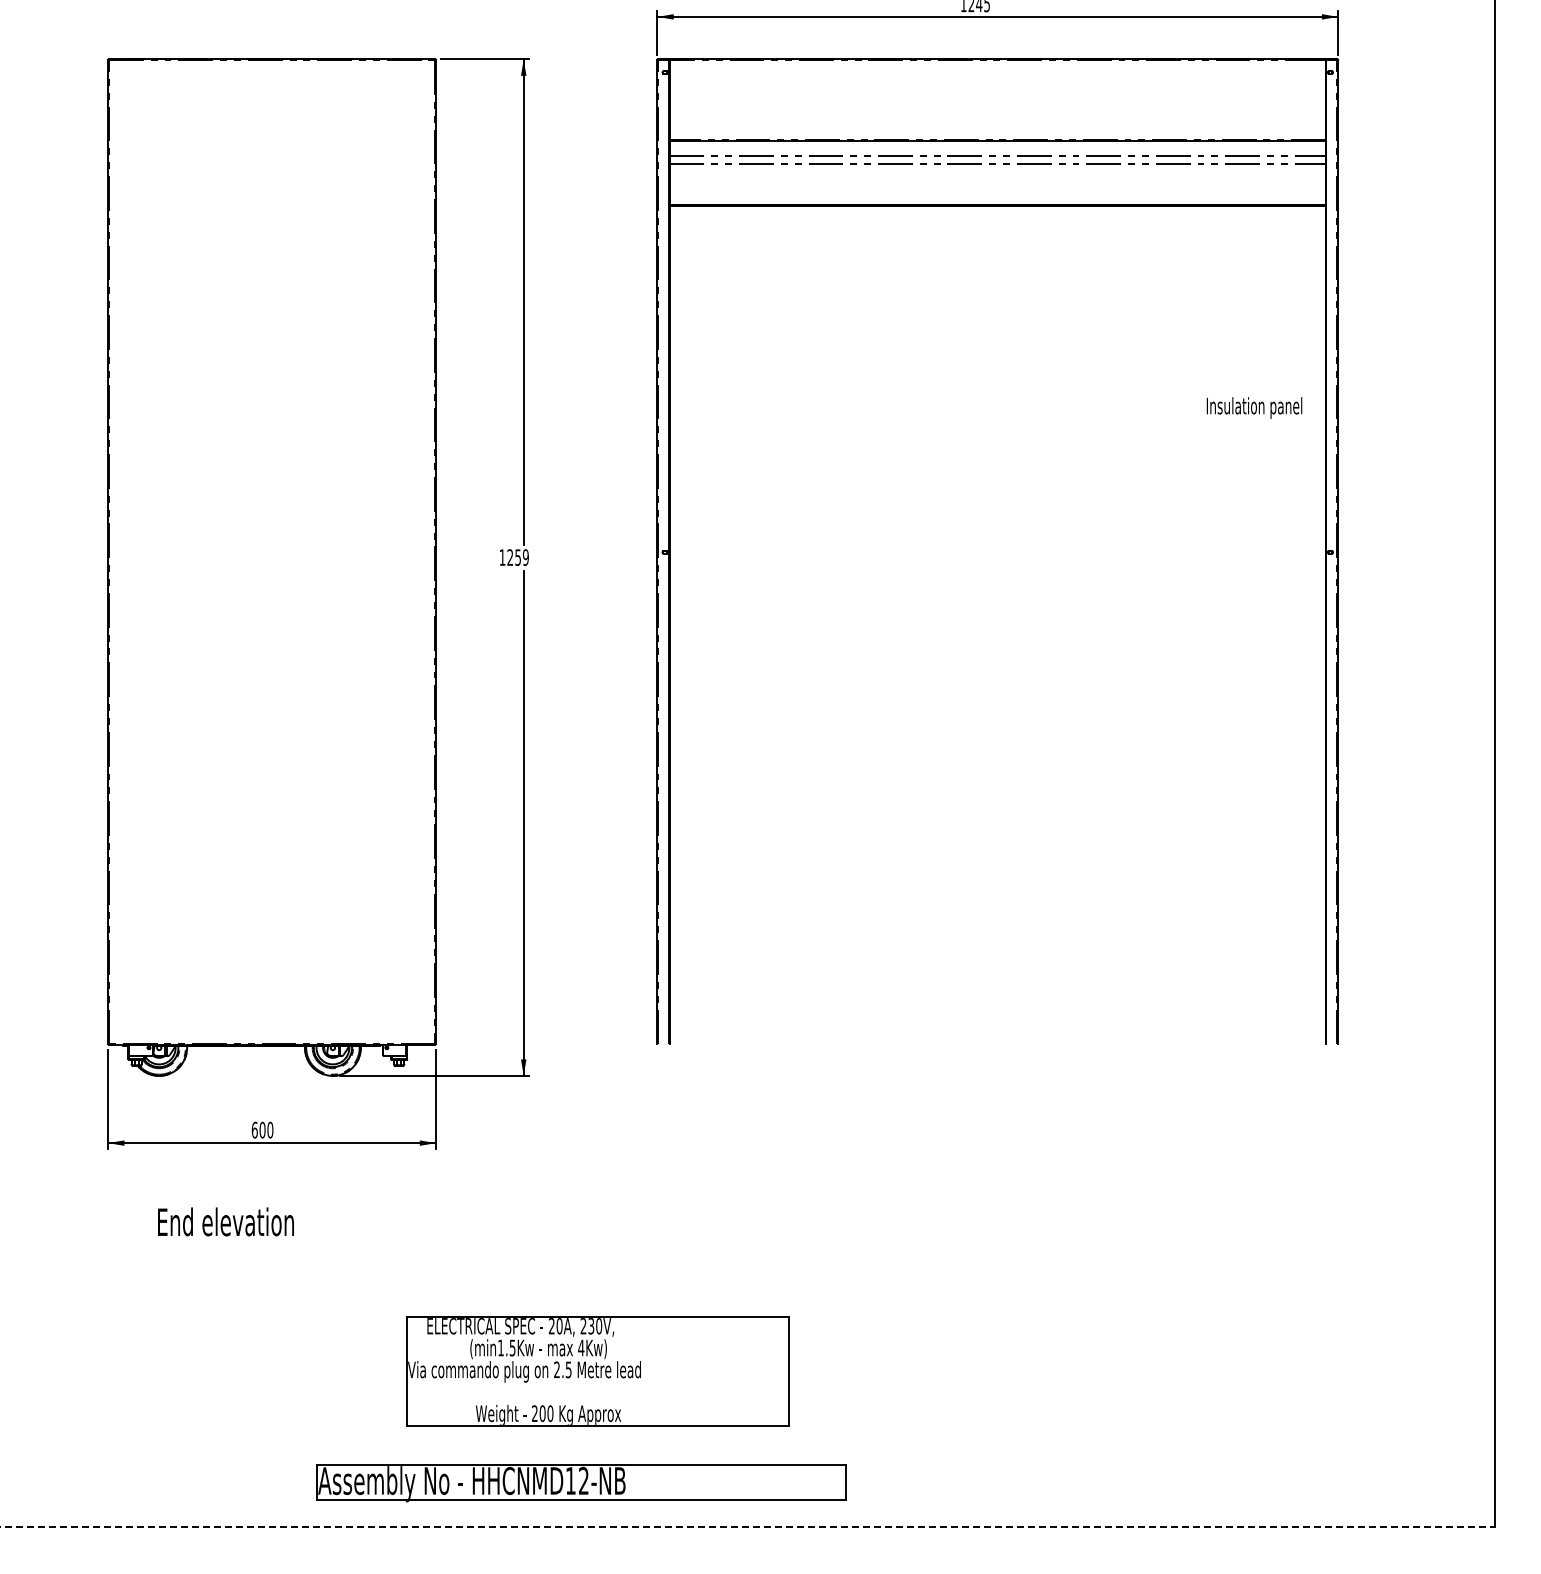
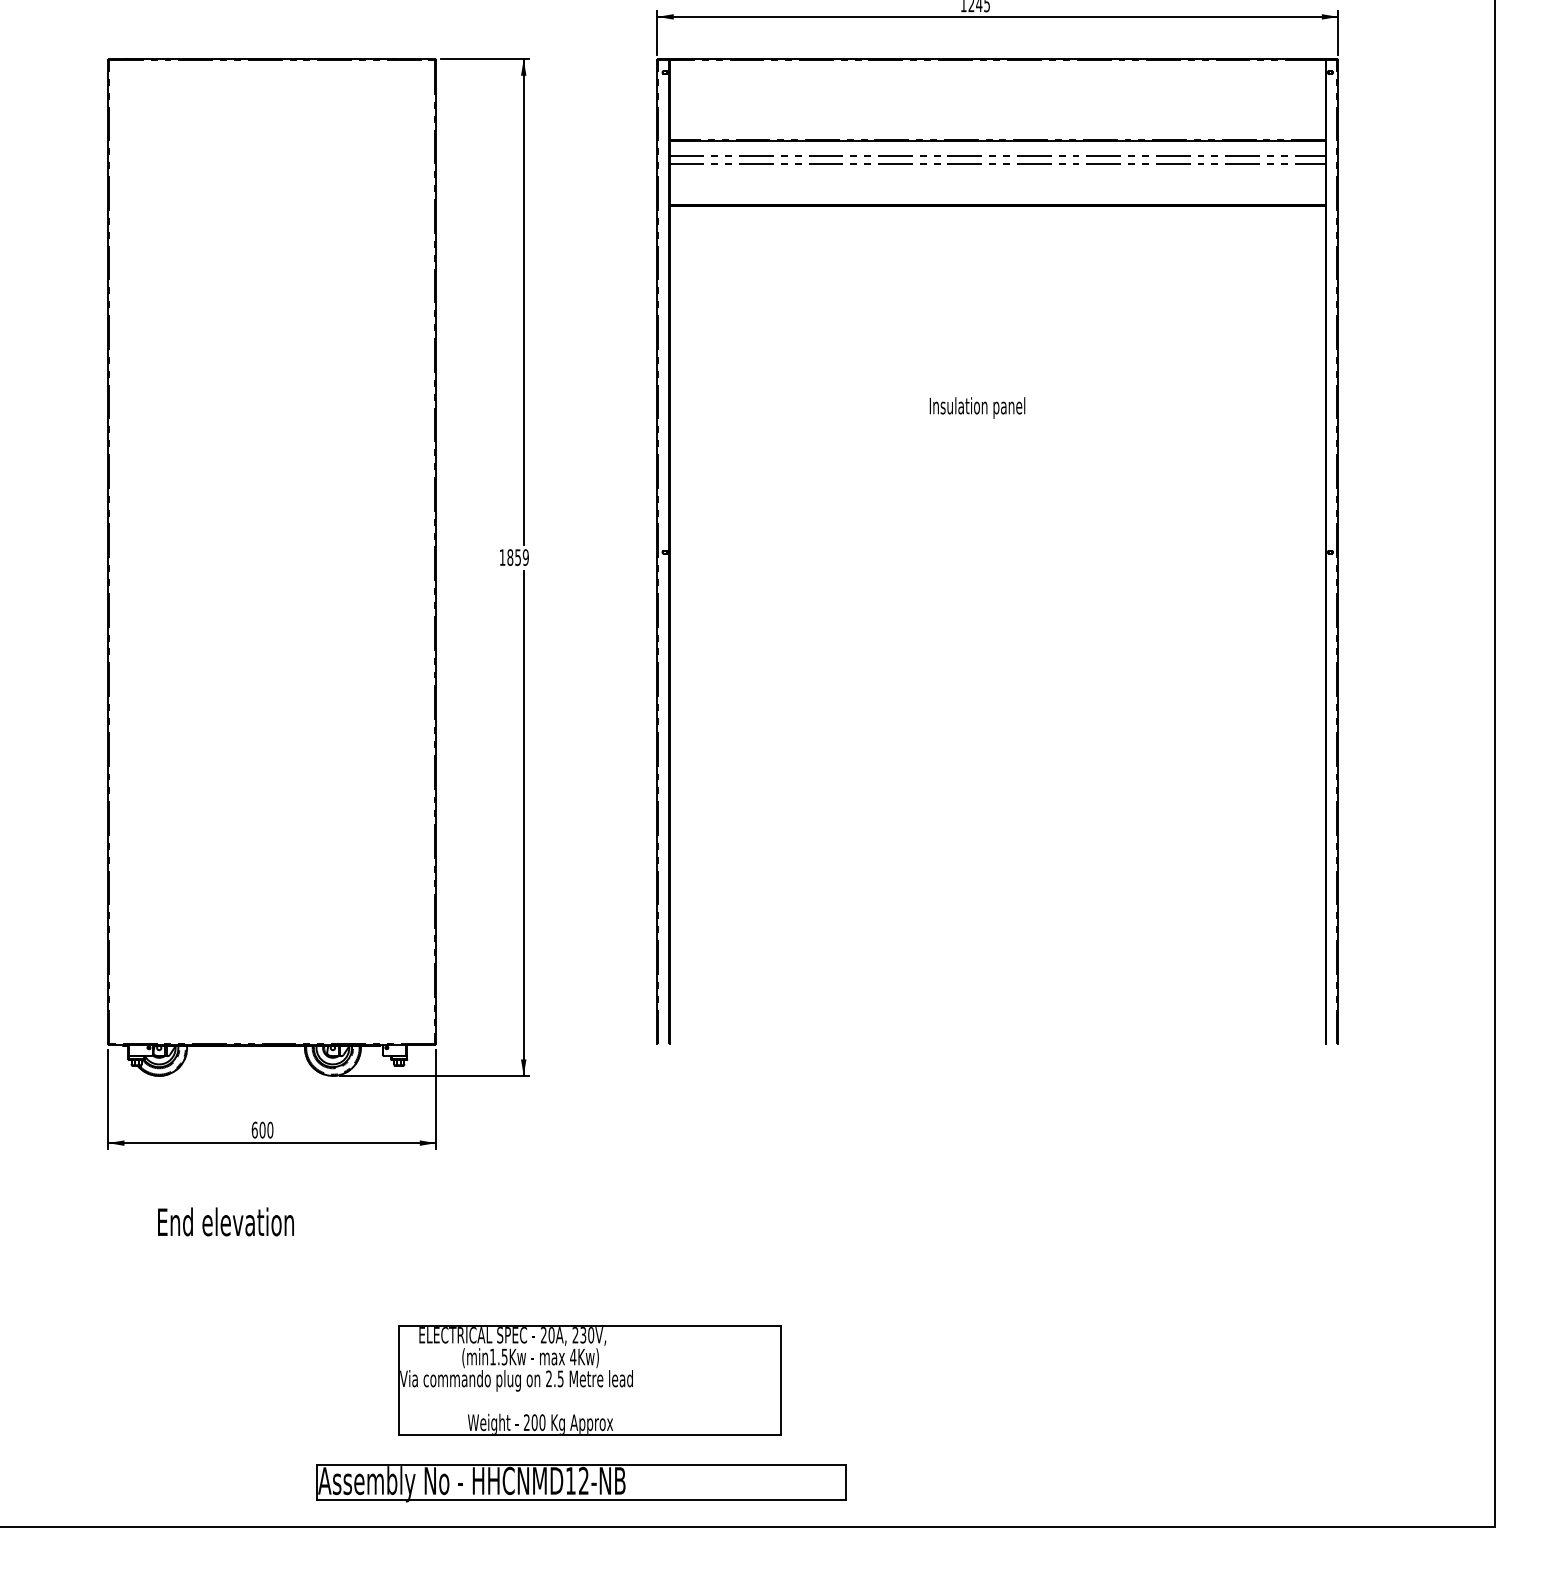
text at (1254, 407) position: (1254, 407) -> (977, 407)
text at (510, 557): 1259 -> 1859
part at (597, 1371) position: (597, 1371) -> (589, 1380)
line at (747, 1526): dashed -> solid
